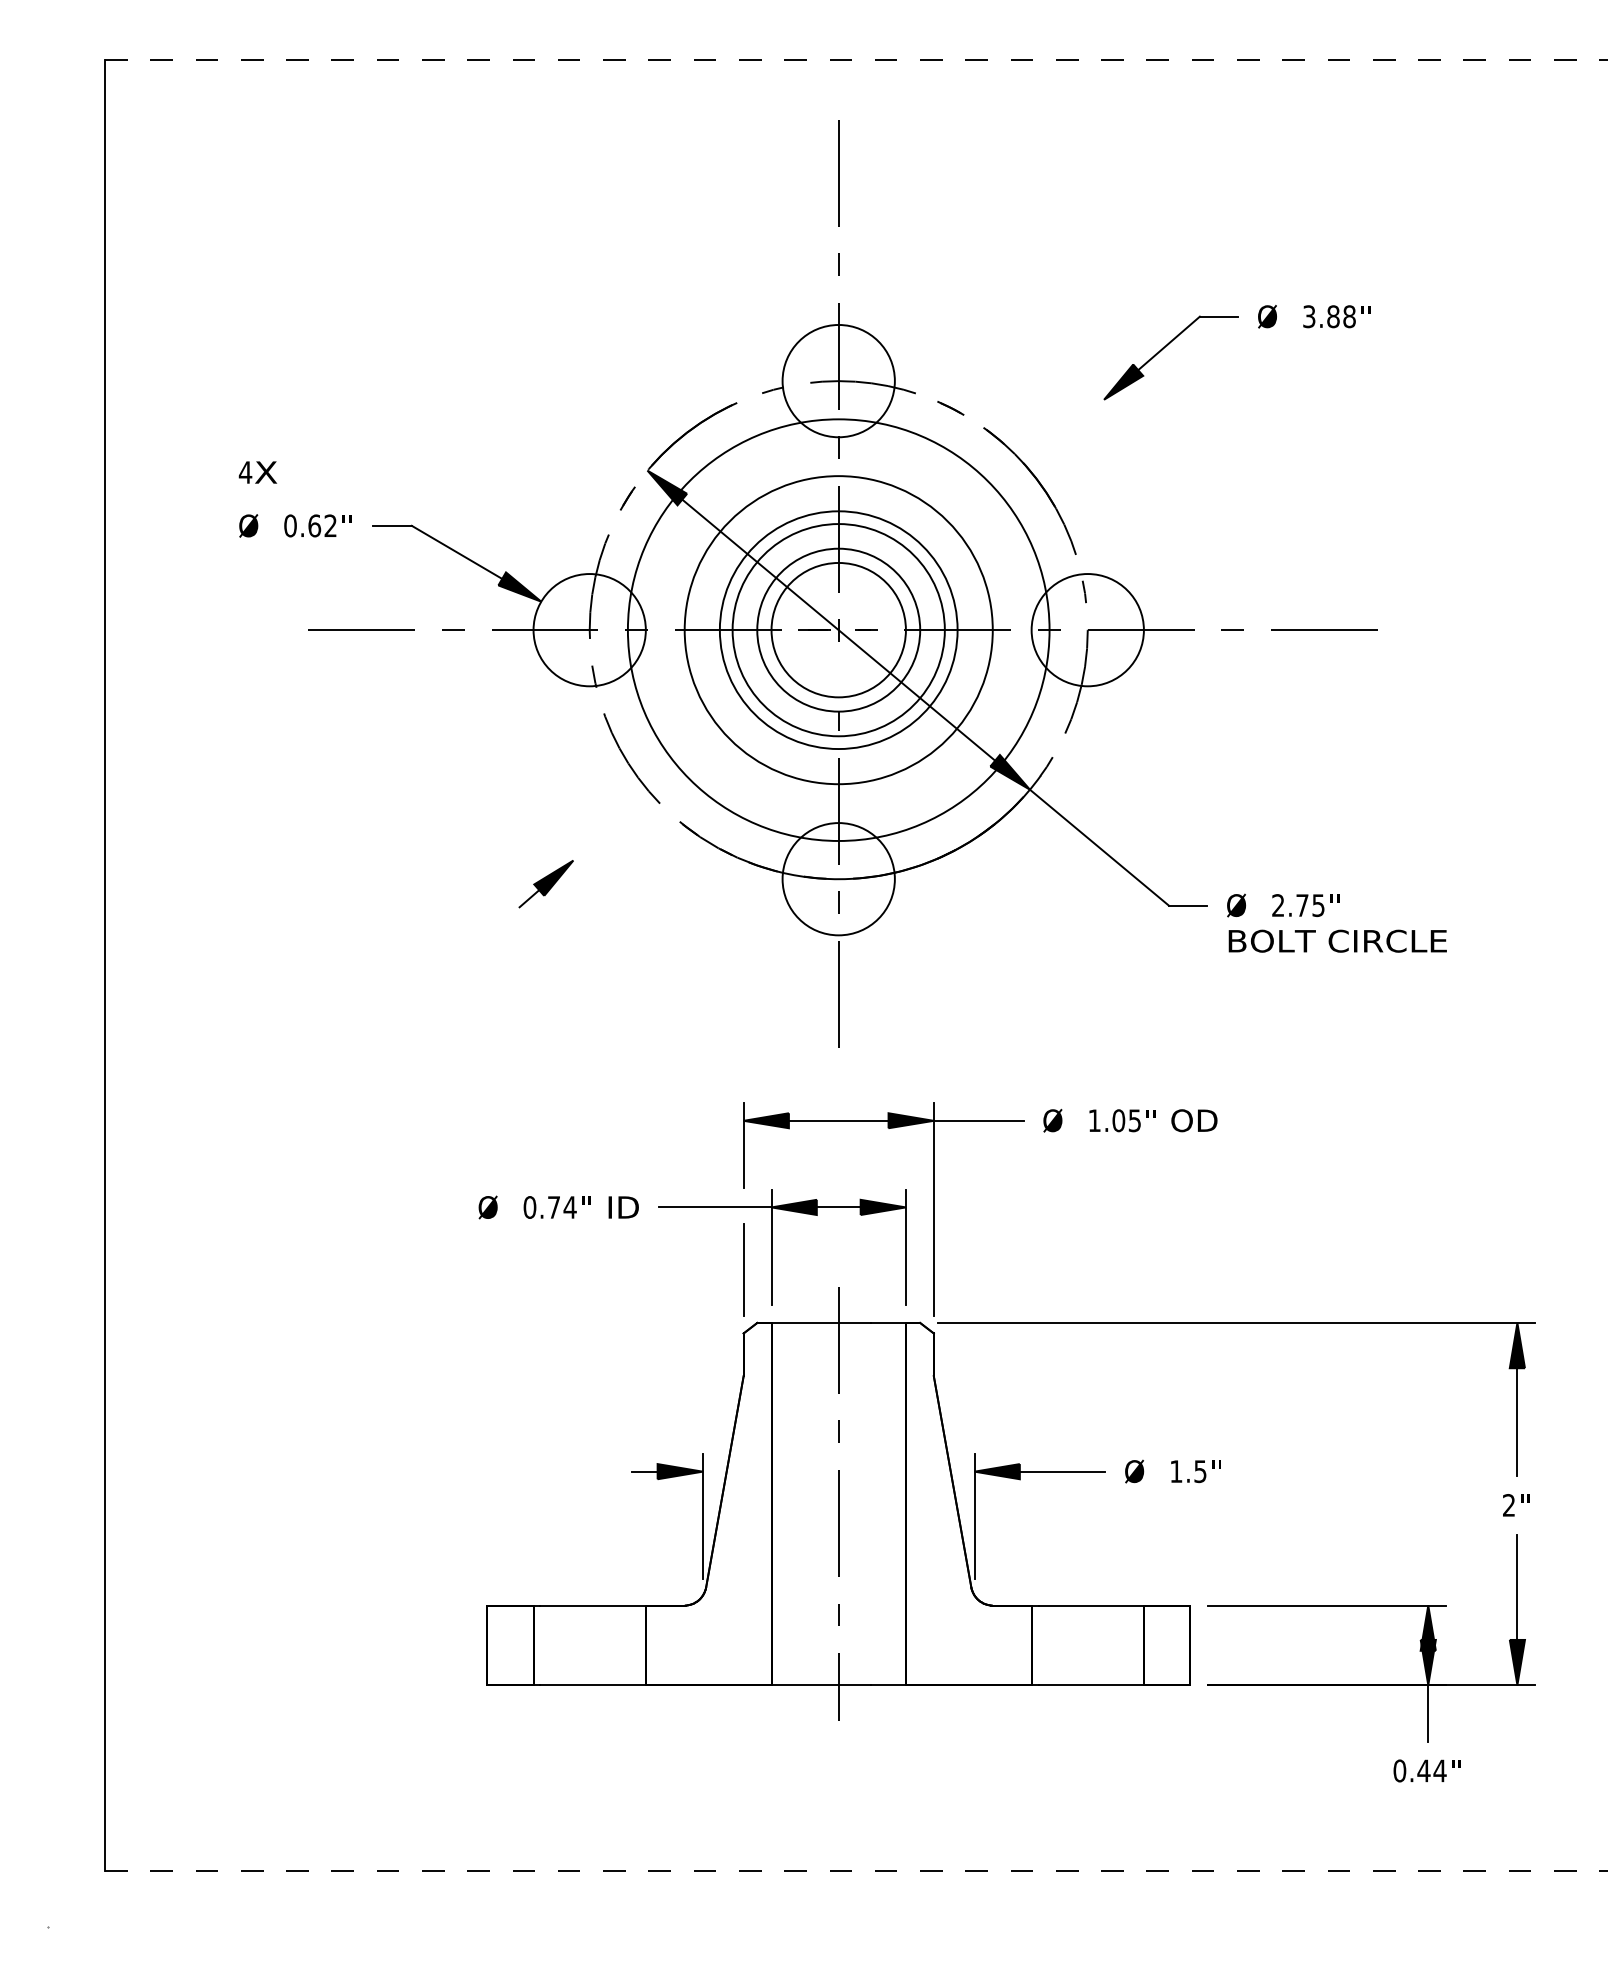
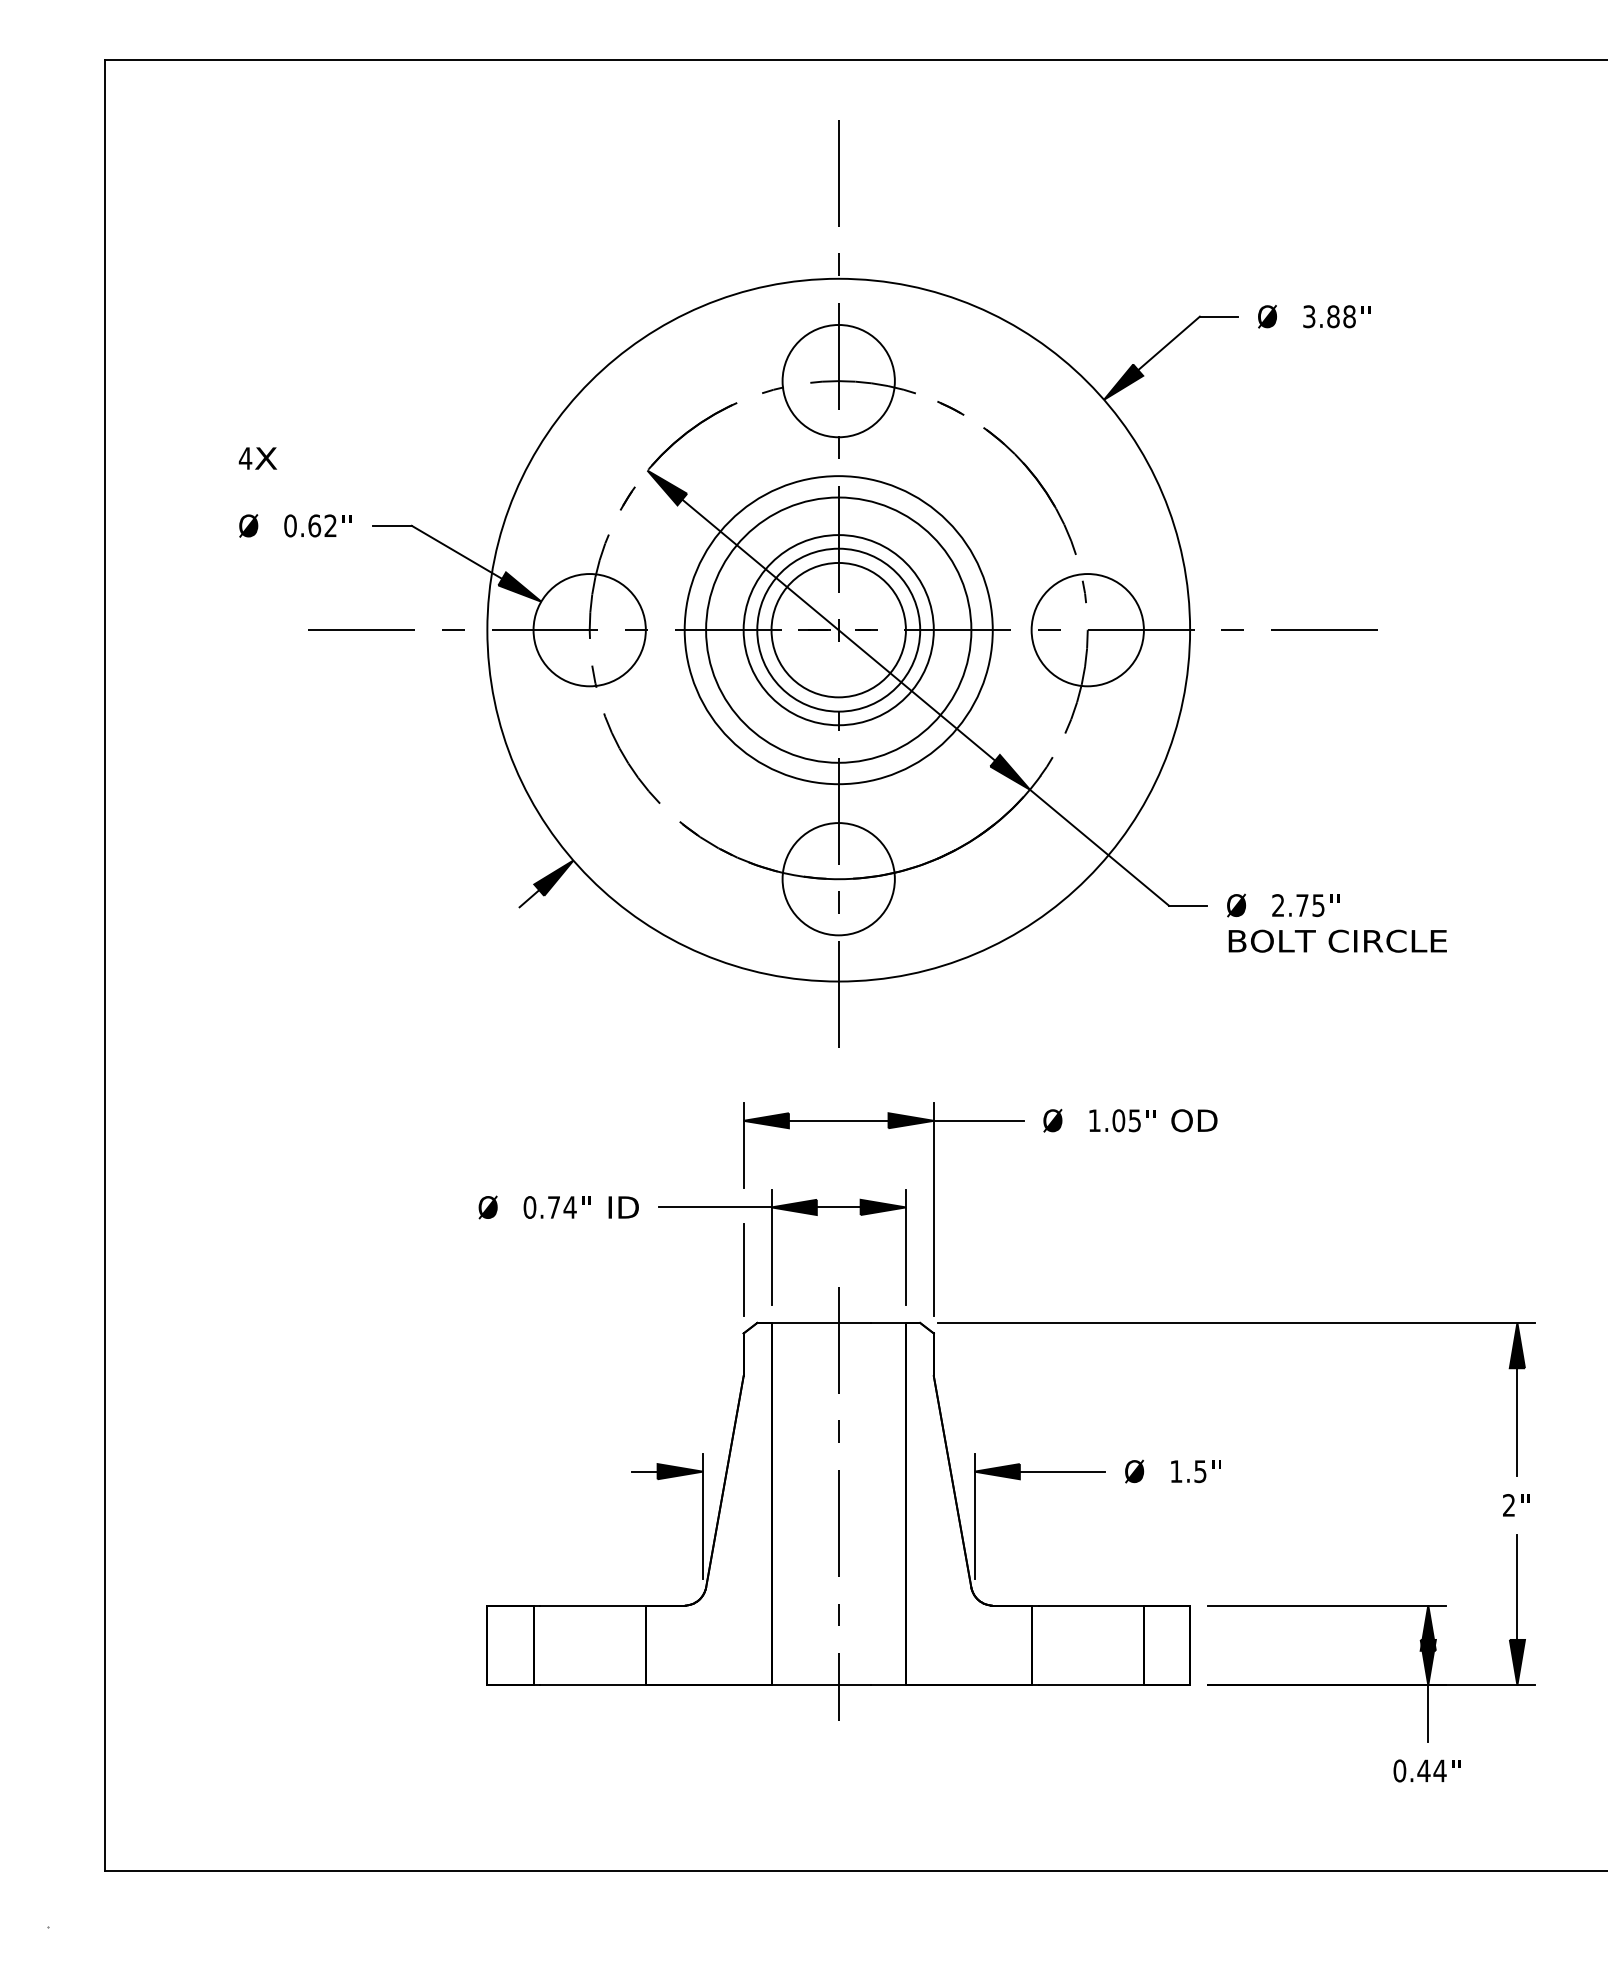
line at (856, 59): dashed -> solid
text at (257, 472) position: (257, 472) -> (257, 458)
circle at (838, 629) diameter: 422 px -> 703 px
circle at (838, 630) diameter: 212 px -> 265 px
circle at (838, 630) diameter: 238 px -> 190 px
line at (856, 1870): dashed -> solid
